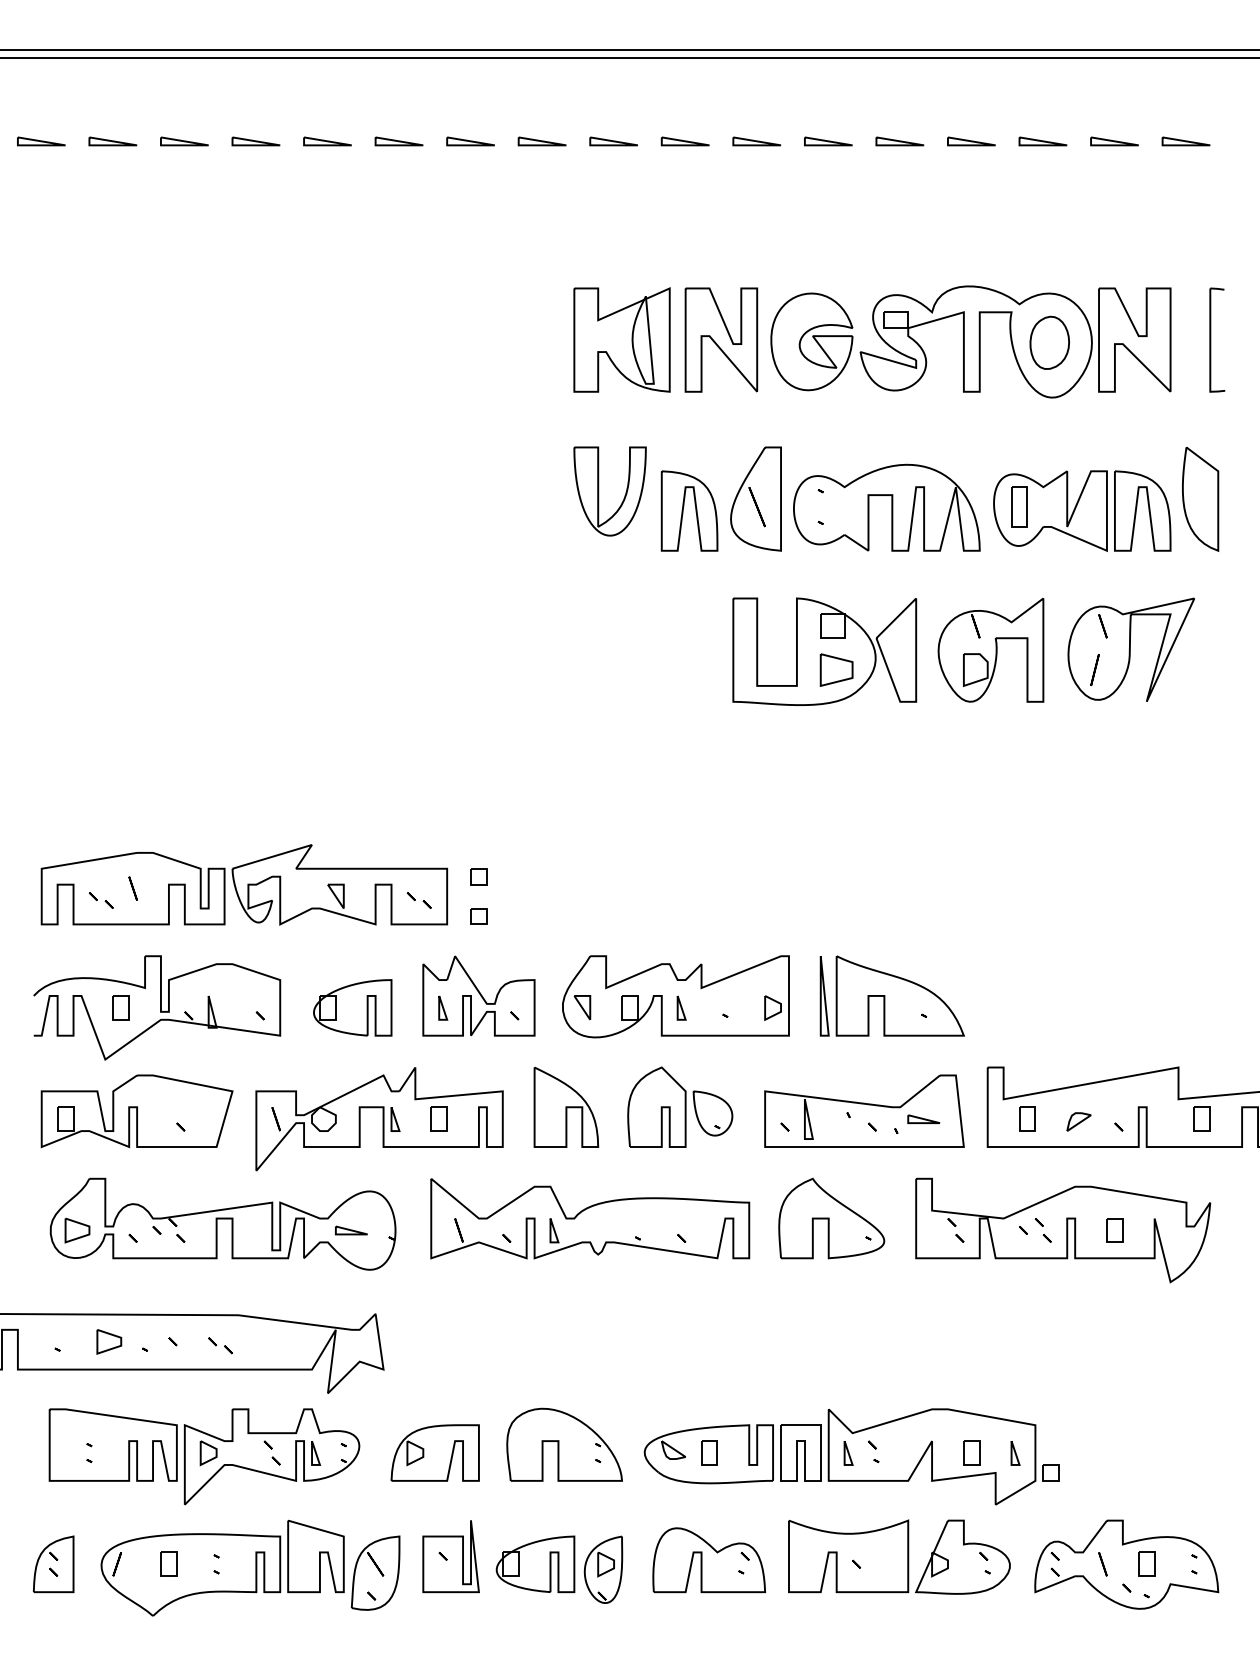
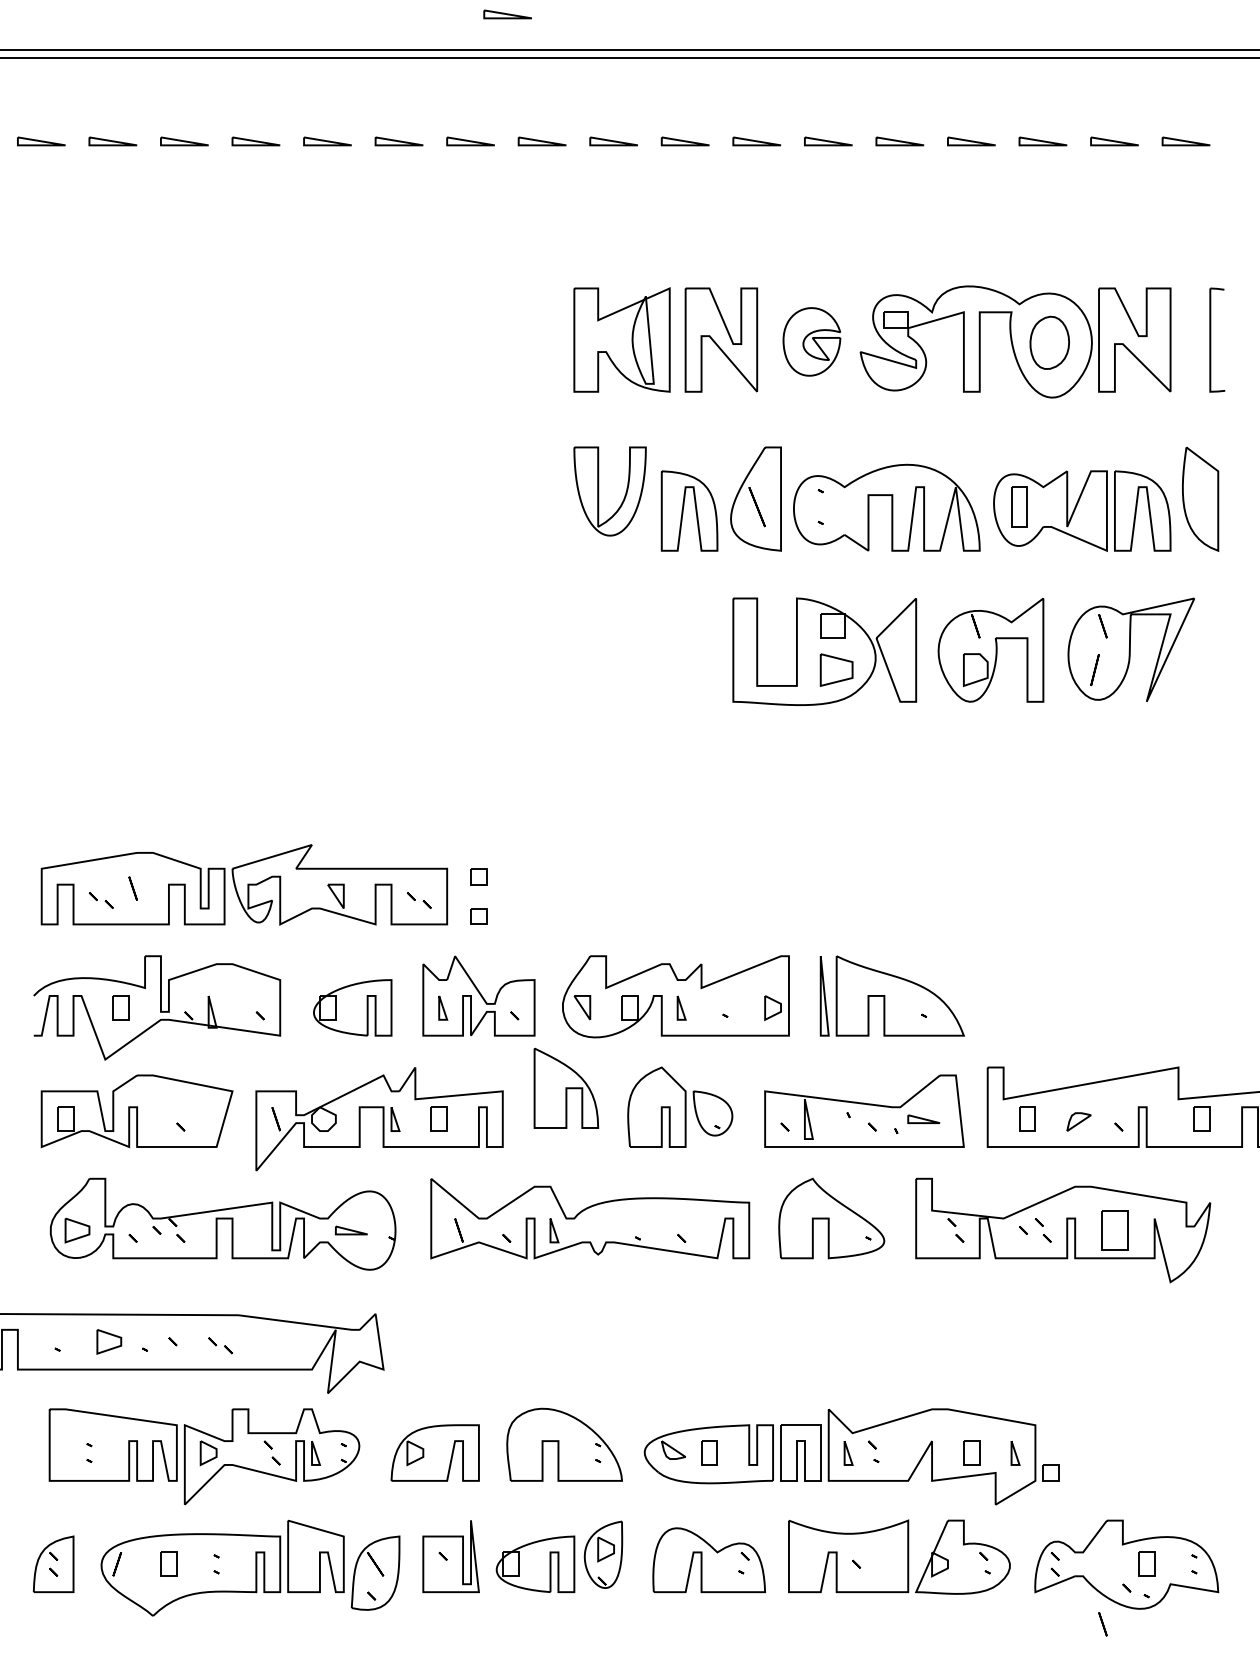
part at (507, 14): none -> present
part at (811, 341) size: 84x100 px -> 60x70 px
part at (566, 1106) position: (566, 1106) -> (566, 1087)
part at (1114, 1230) size: 18x25 px -> 28x41 px
line at (1102, 1564) position: (1102, 1564) -> (1102, 1624)
part at (603, 1569) position: (603, 1569) -> (603, 1554)
